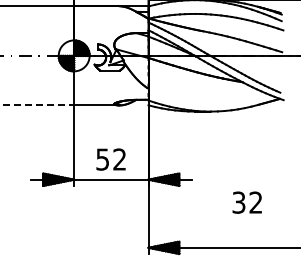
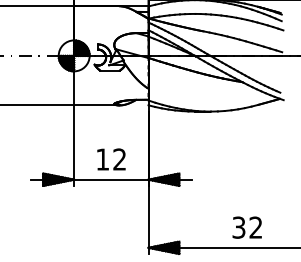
line at (37, 105): dashed -> solid
text at (102, 159): 52 -> 12
text at (246, 202) position: (246, 202) -> (246, 227)
